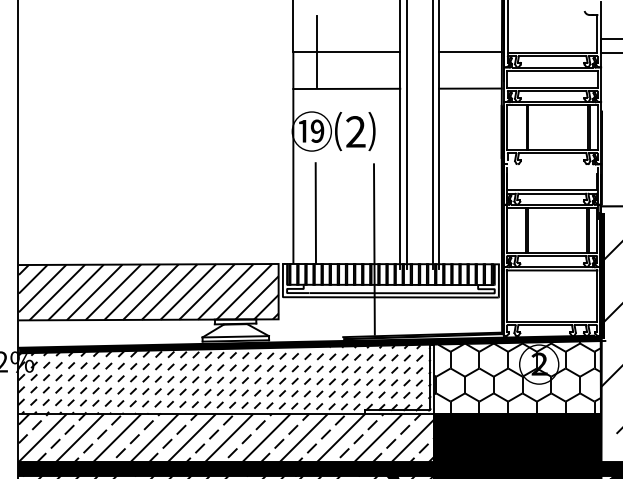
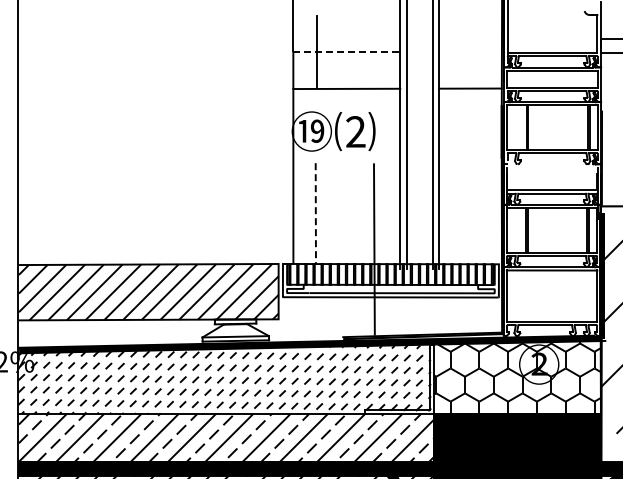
line at (347, 51): solid -> dashed
line at (470, 51): present -> none
line at (315, 214): solid -> dashed
